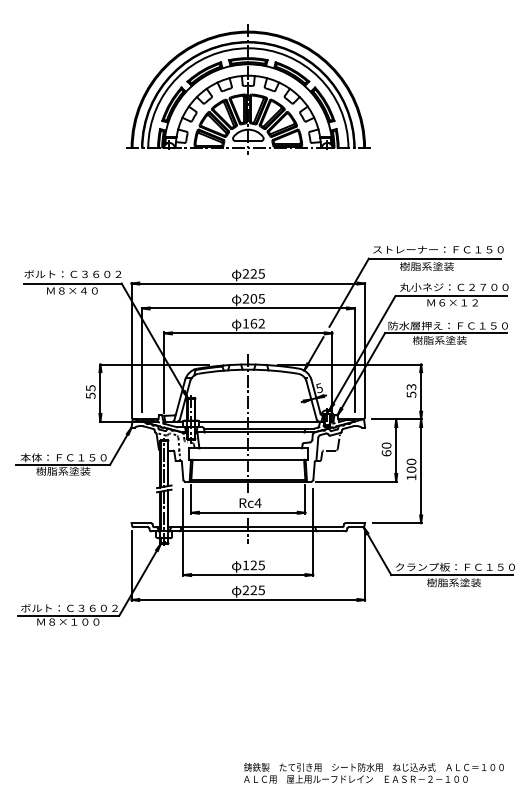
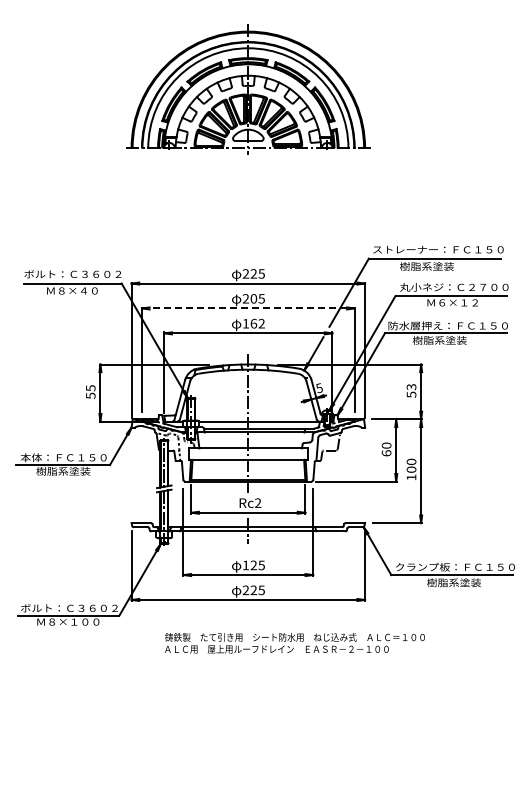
line at (248, 308): solid -> dashed
text at (257, 502): Rc4 -> Rc2
text at (373, 773) position: (373, 773) -> (294, 643)
